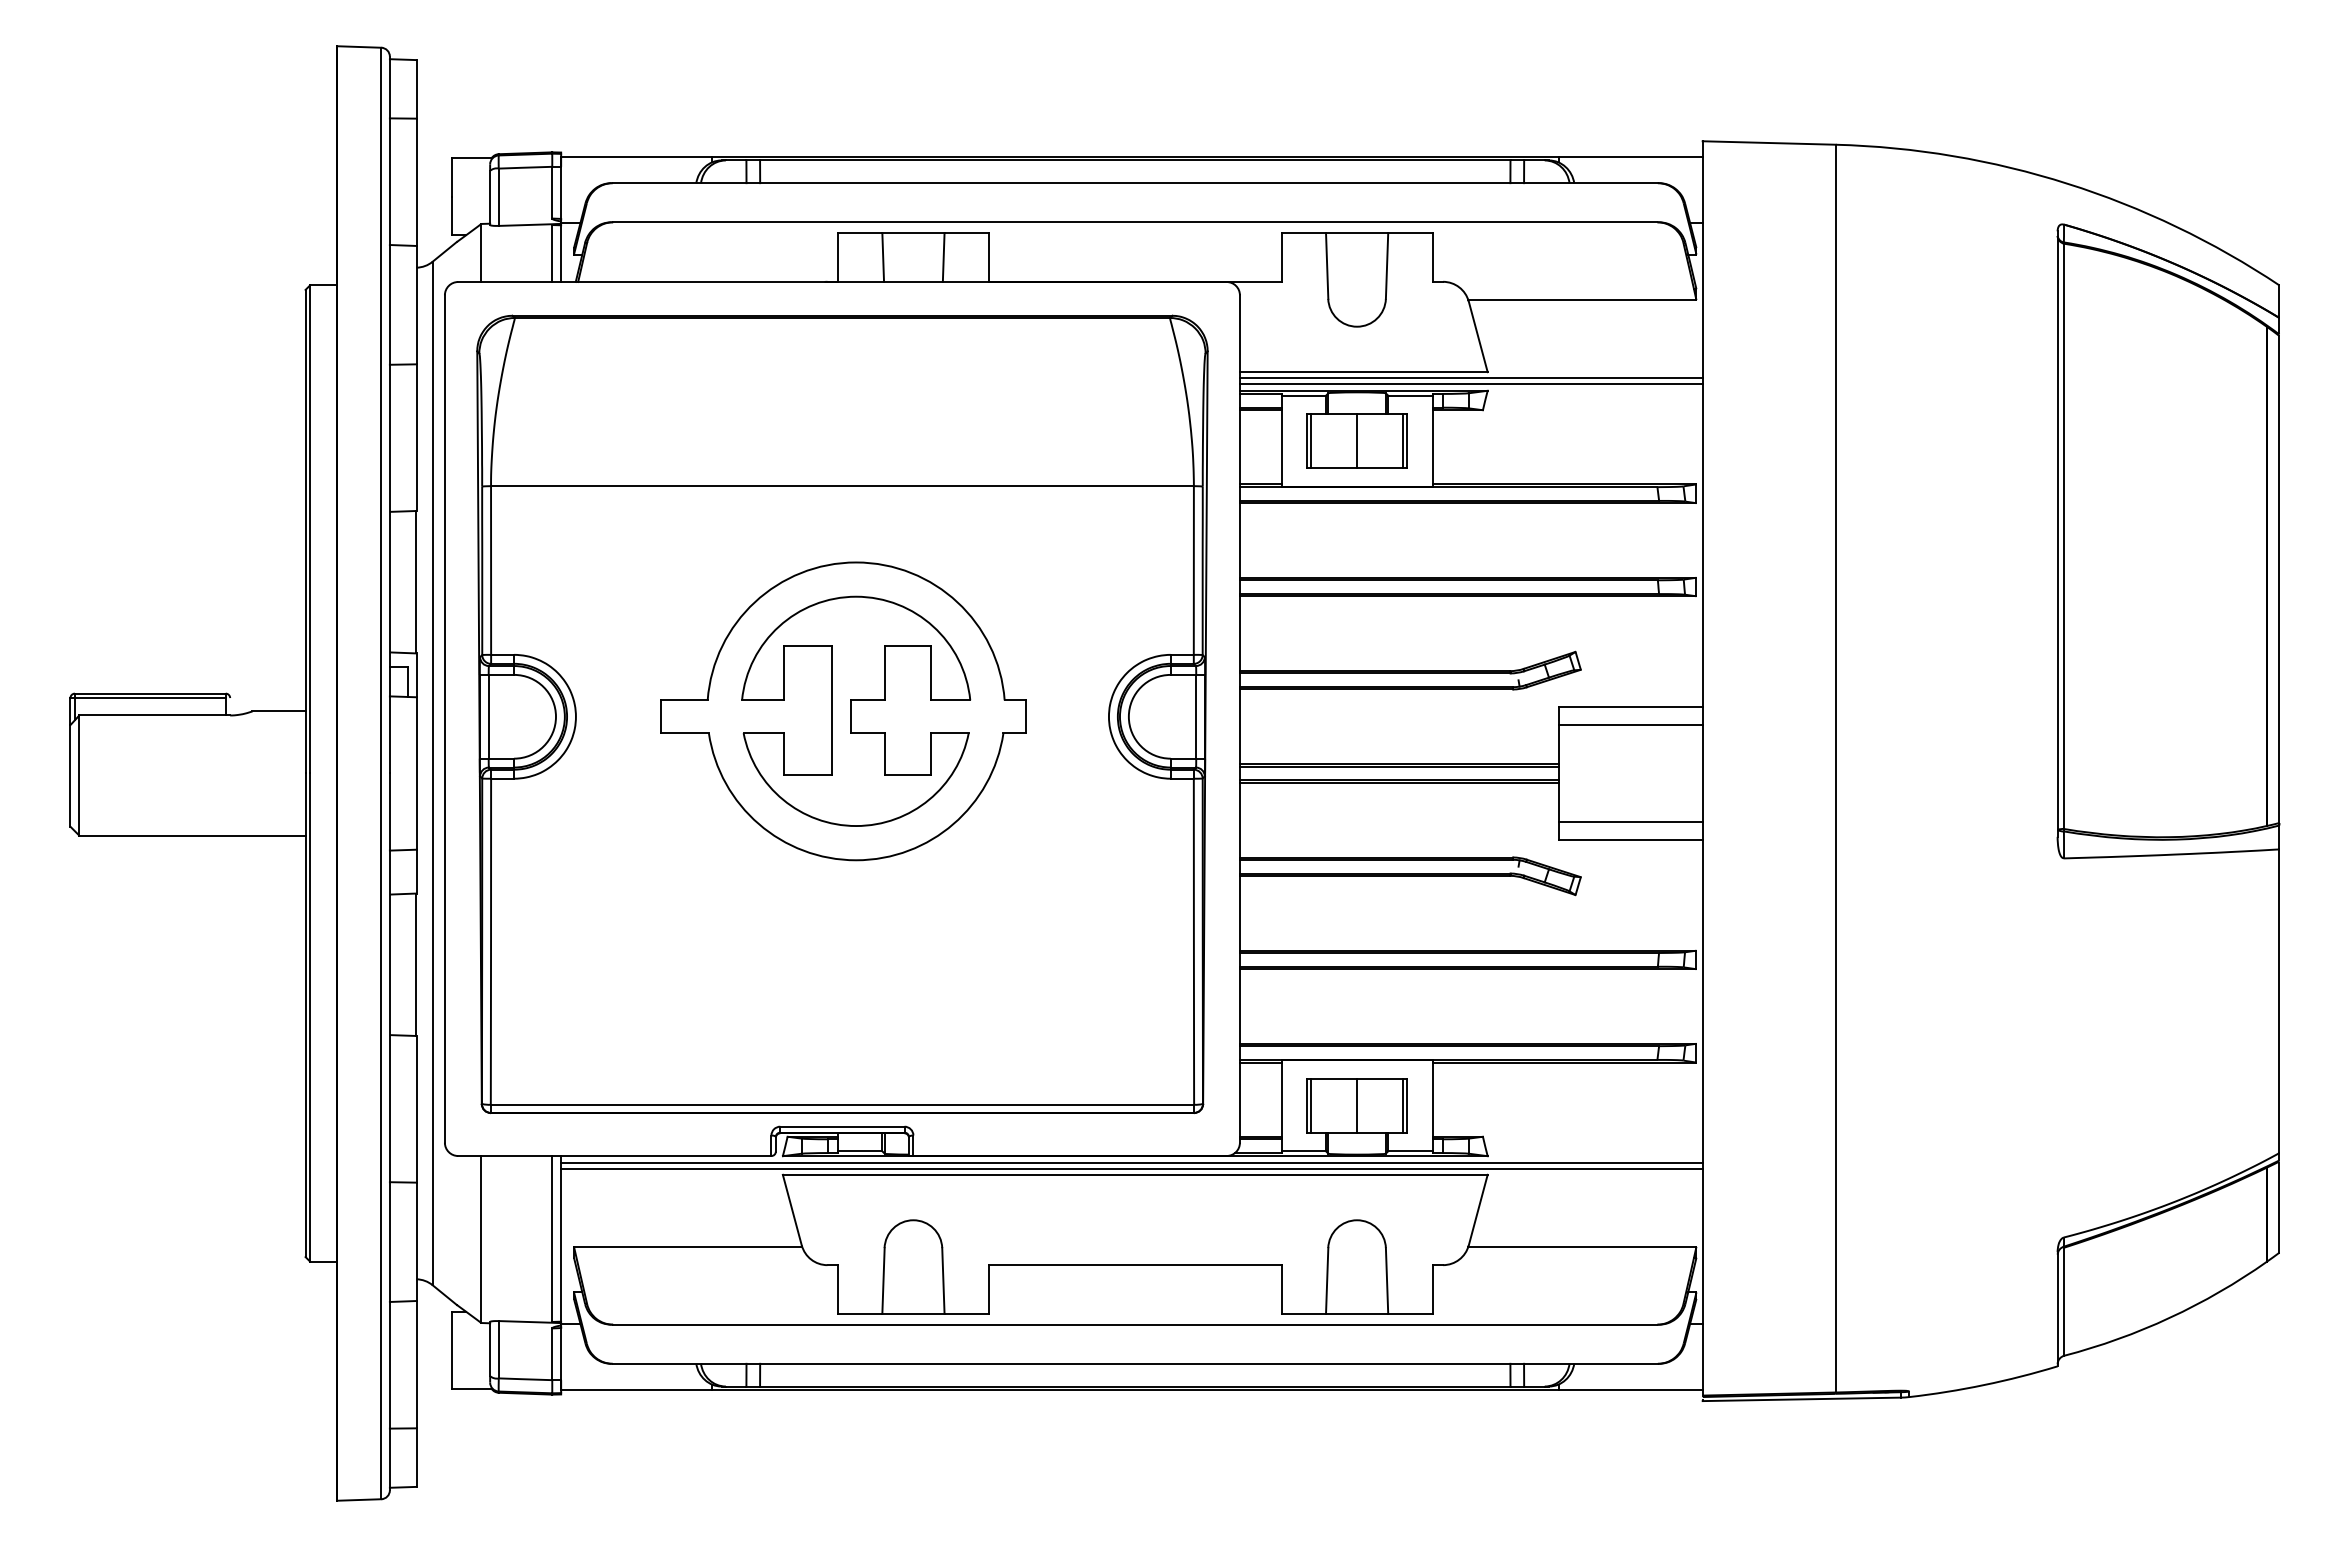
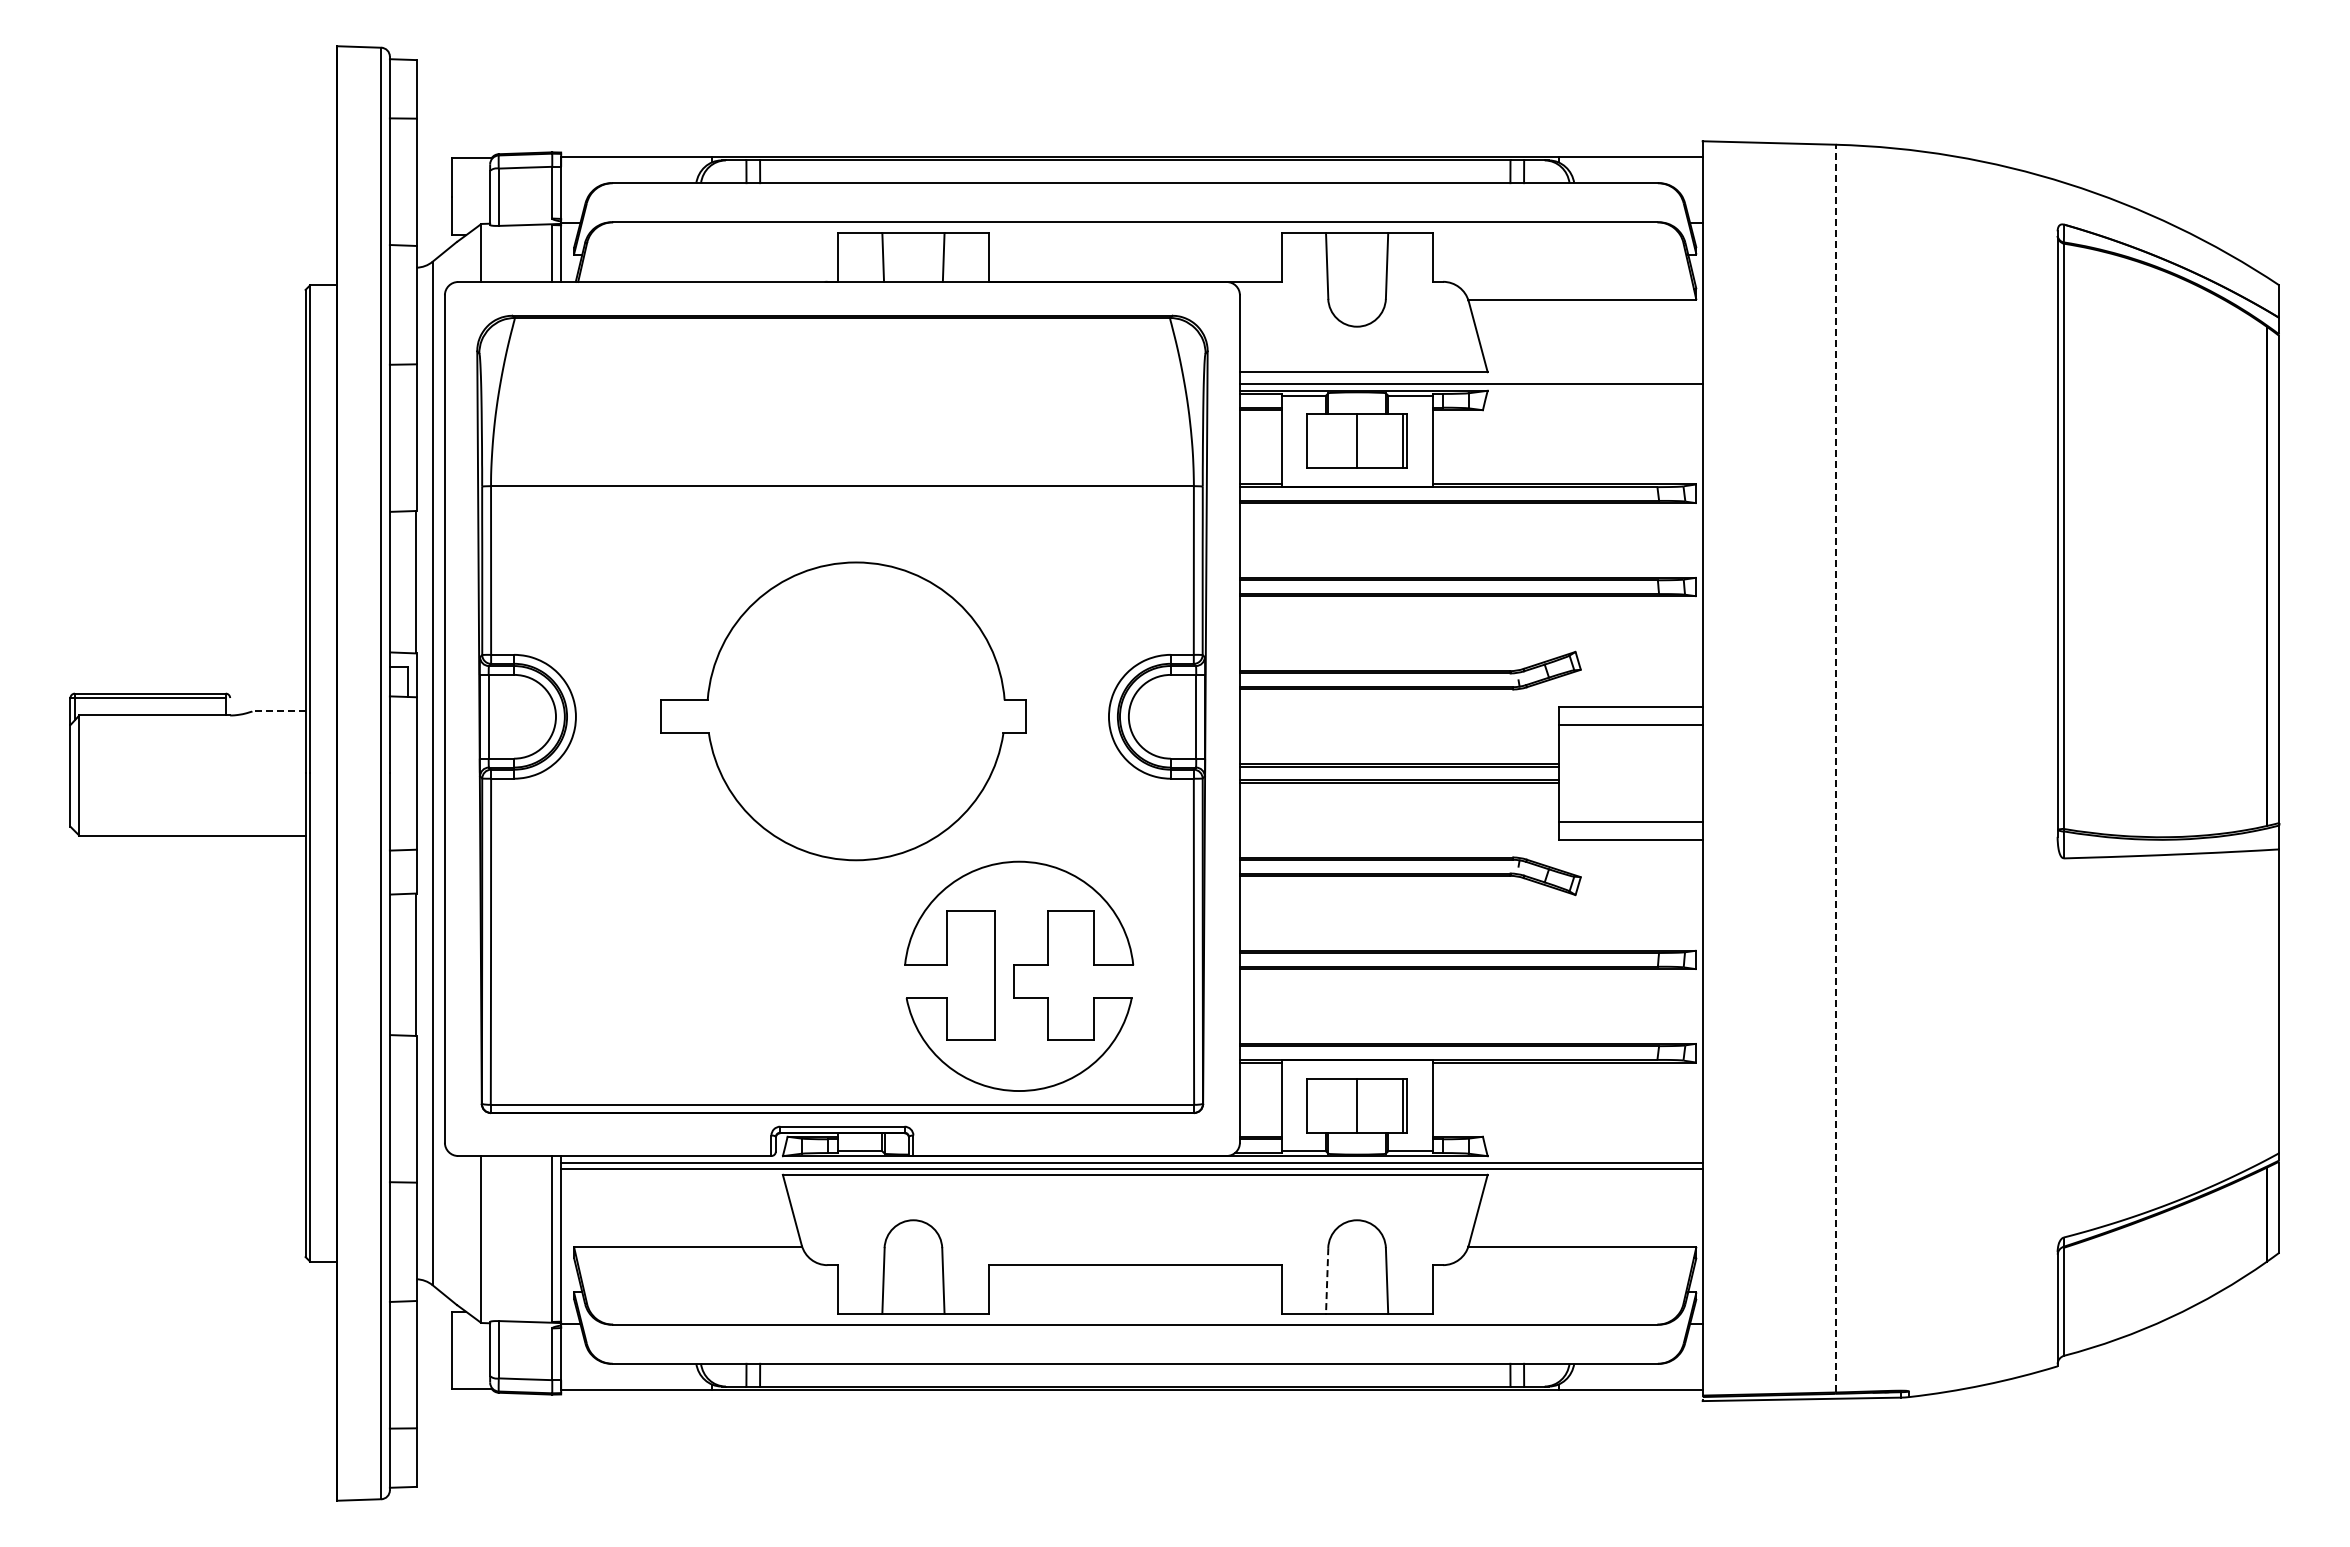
line at (1470, 378): present -> none
line at (1310, 441): present -> none
part at (856, 710) position: (856, 710) -> (1019, 975)
line at (278, 711): solid -> dashed
line at (1835, 768): solid -> dashed
line at (1310, 1105): present -> none
line at (1327, 1281): solid -> dashed
